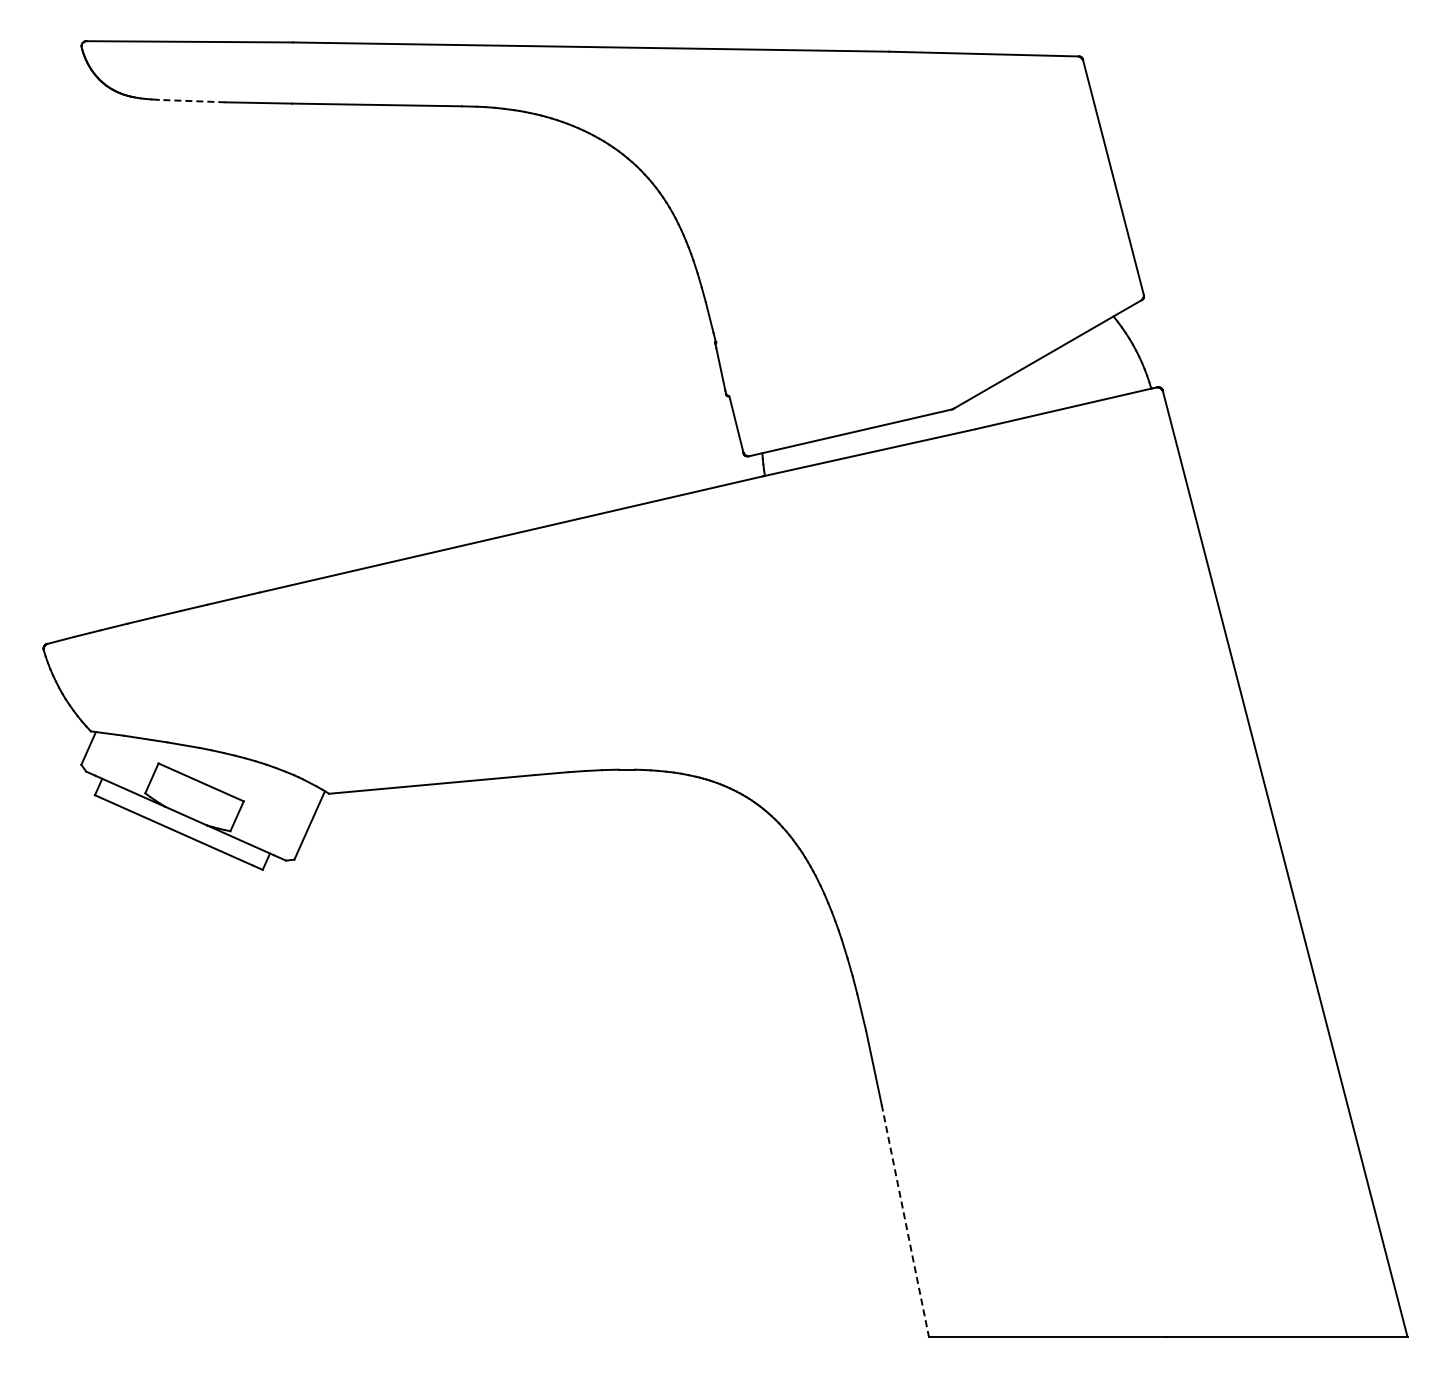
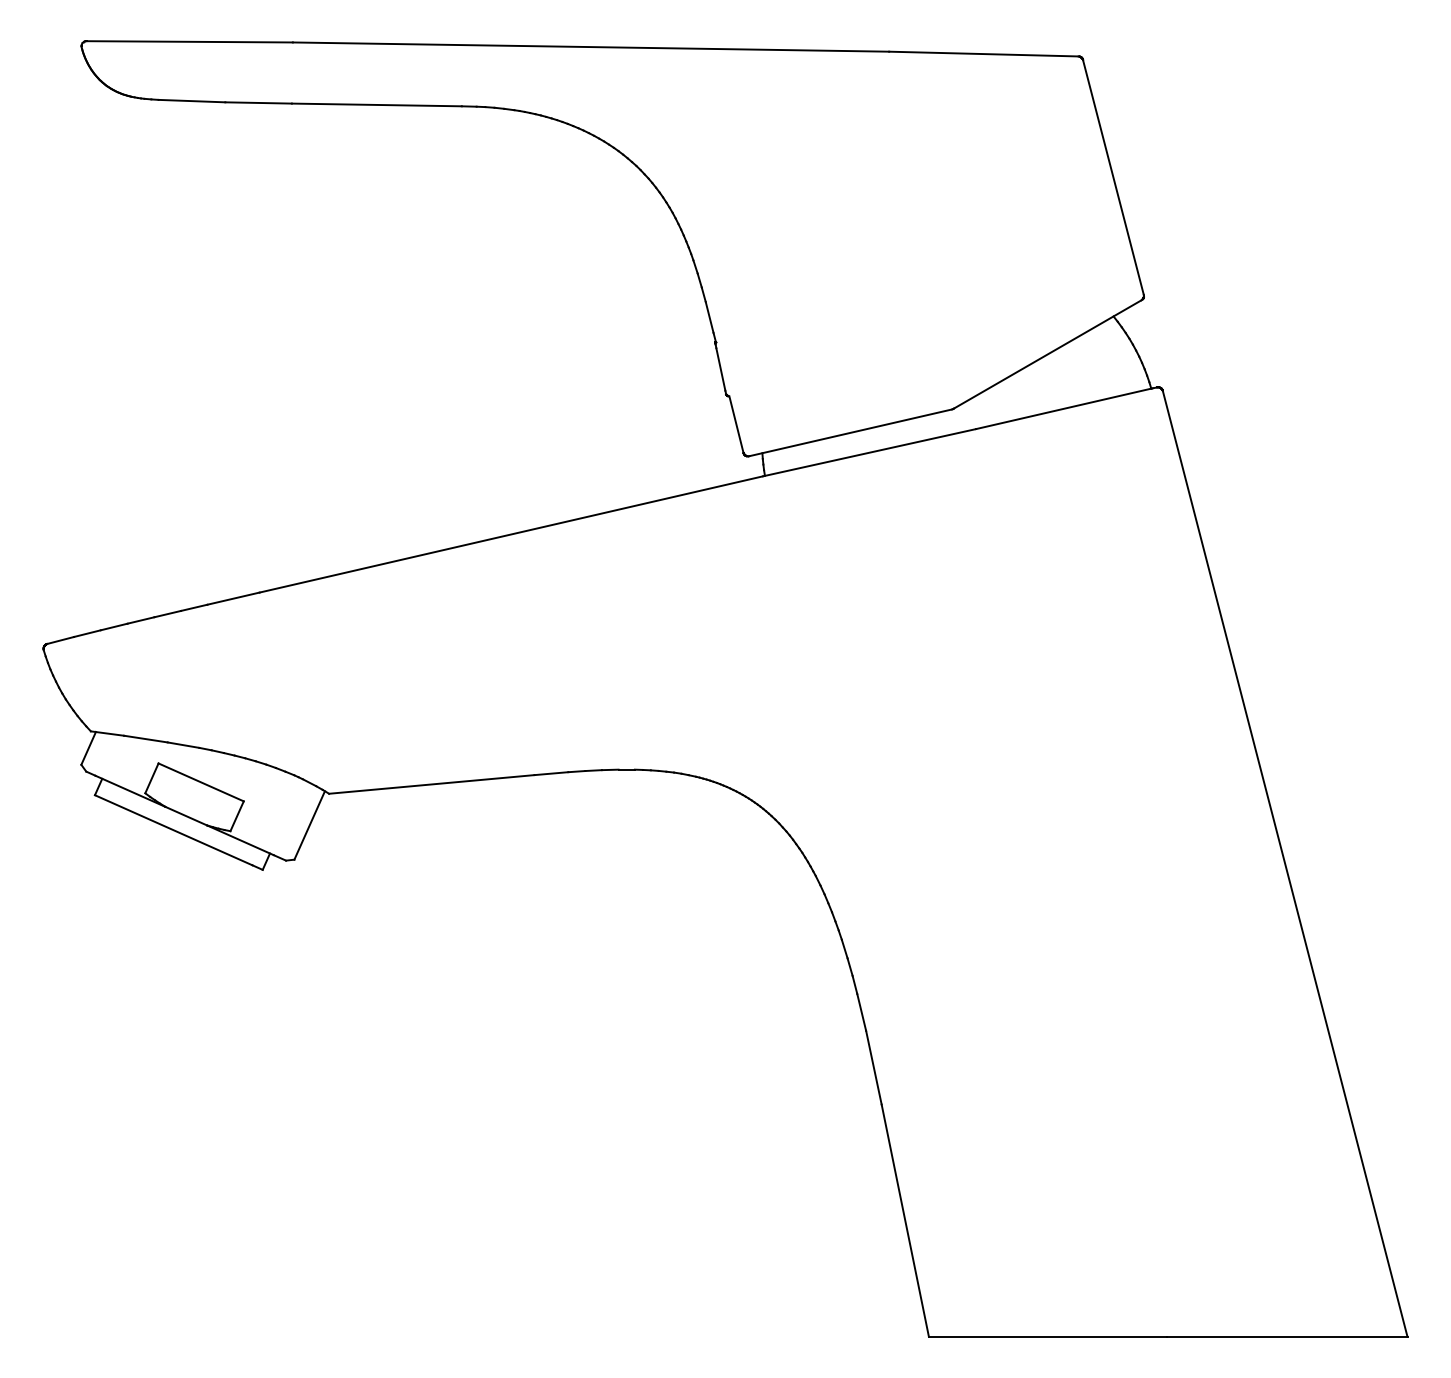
line at (191, 101): dashed -> solid
line at (905, 1221): dashed -> solid
